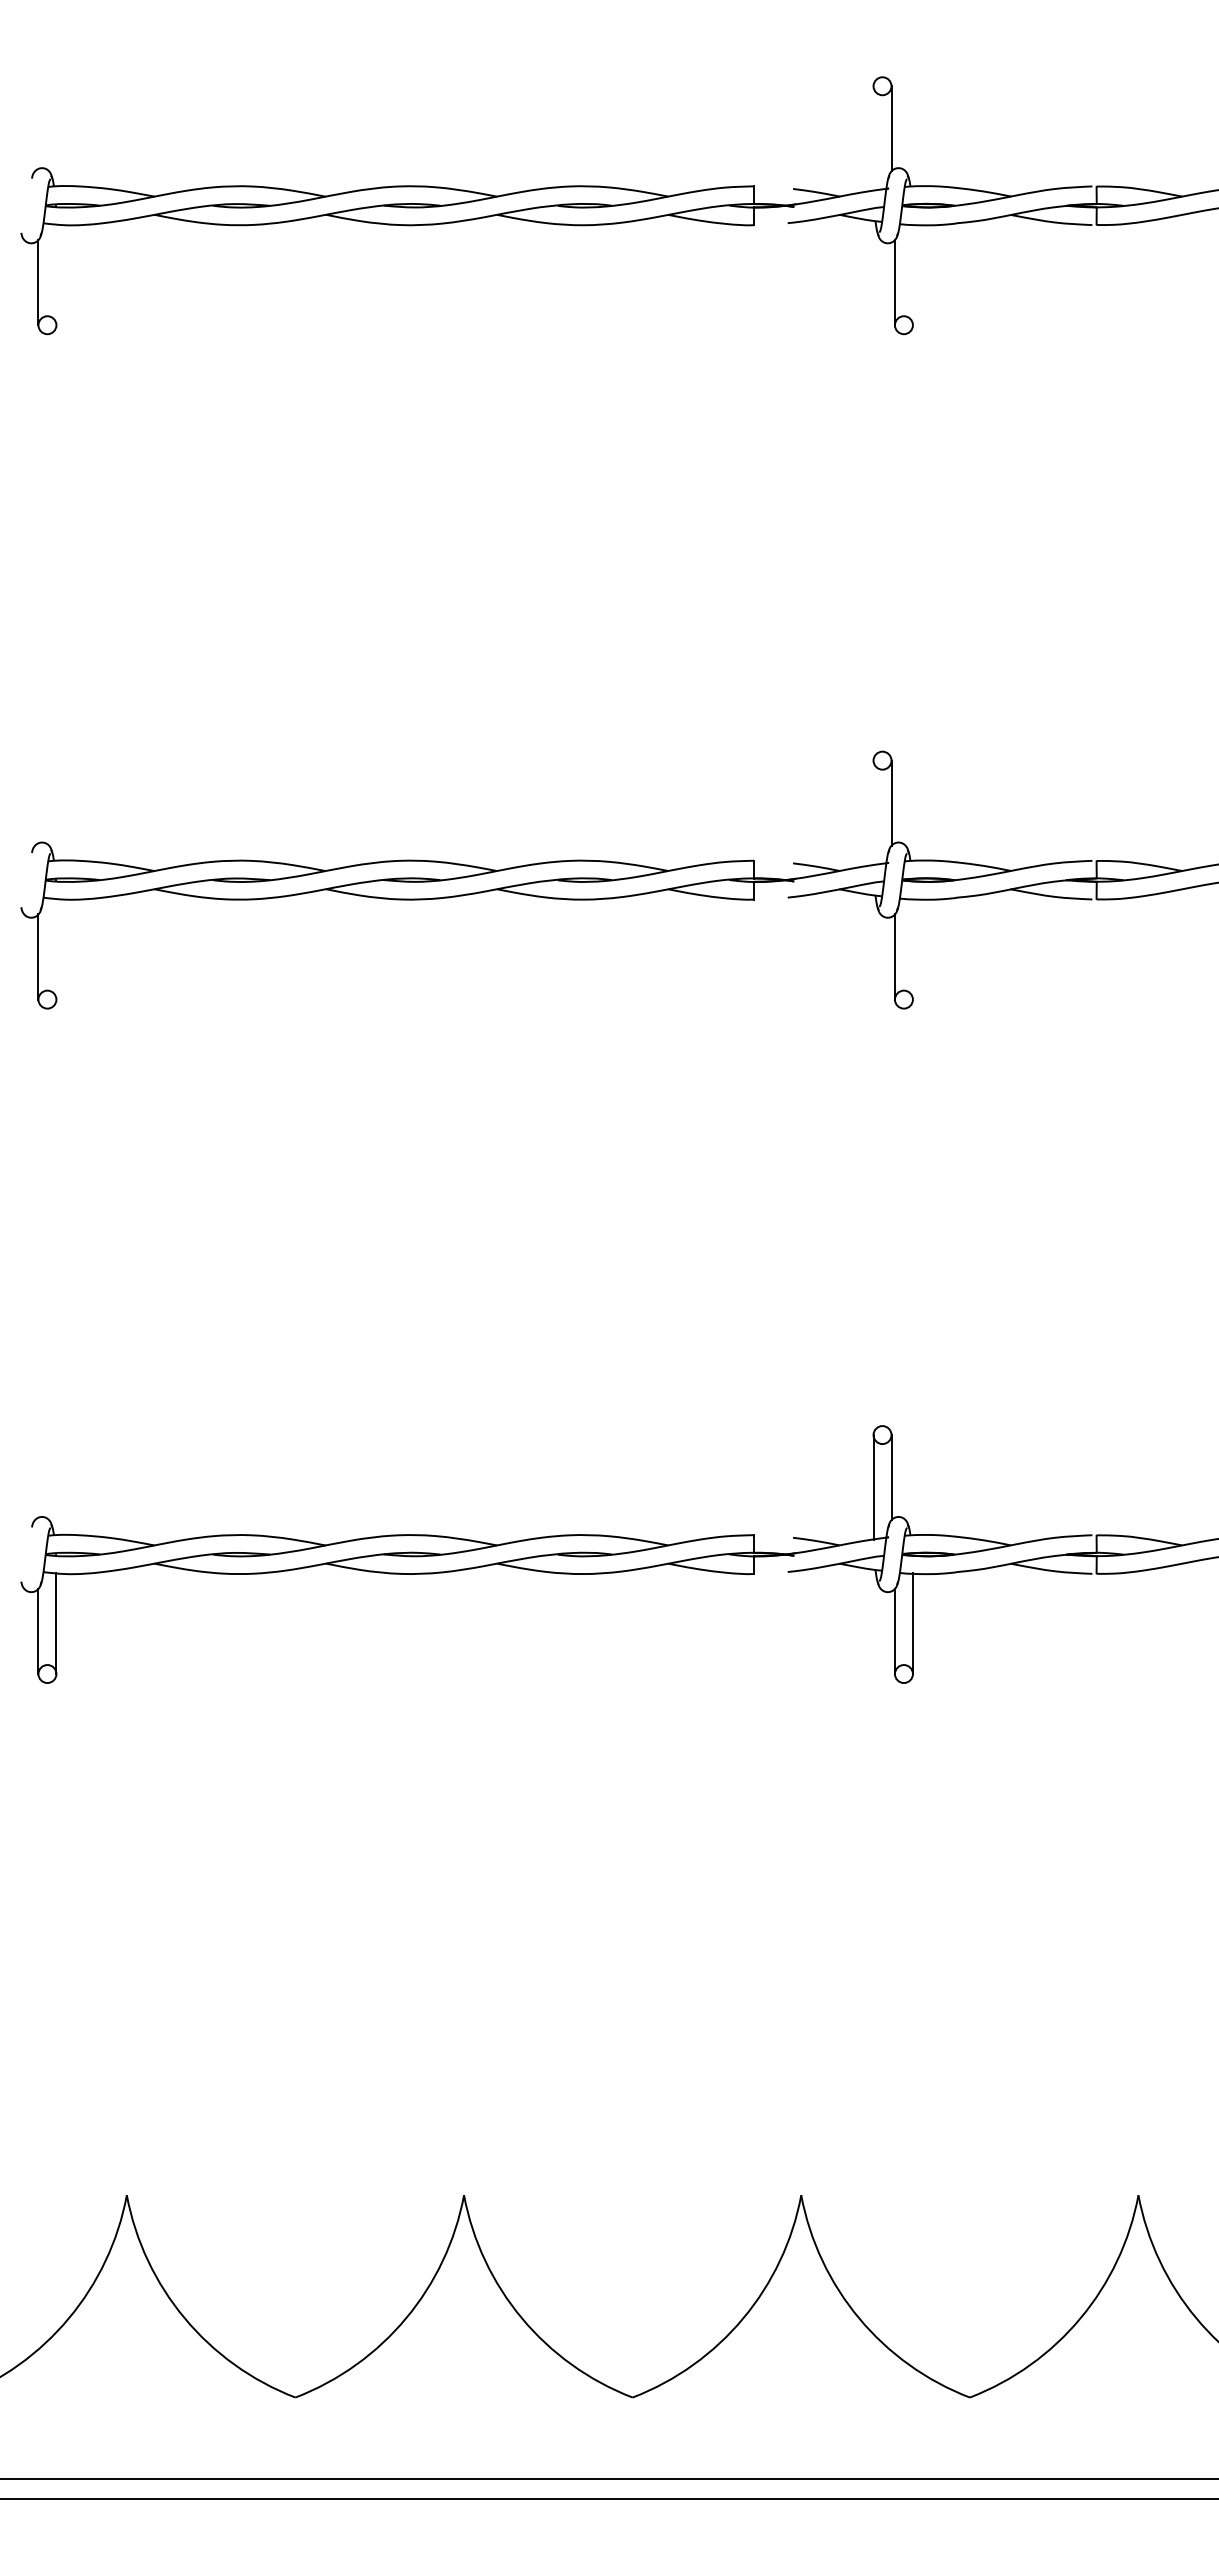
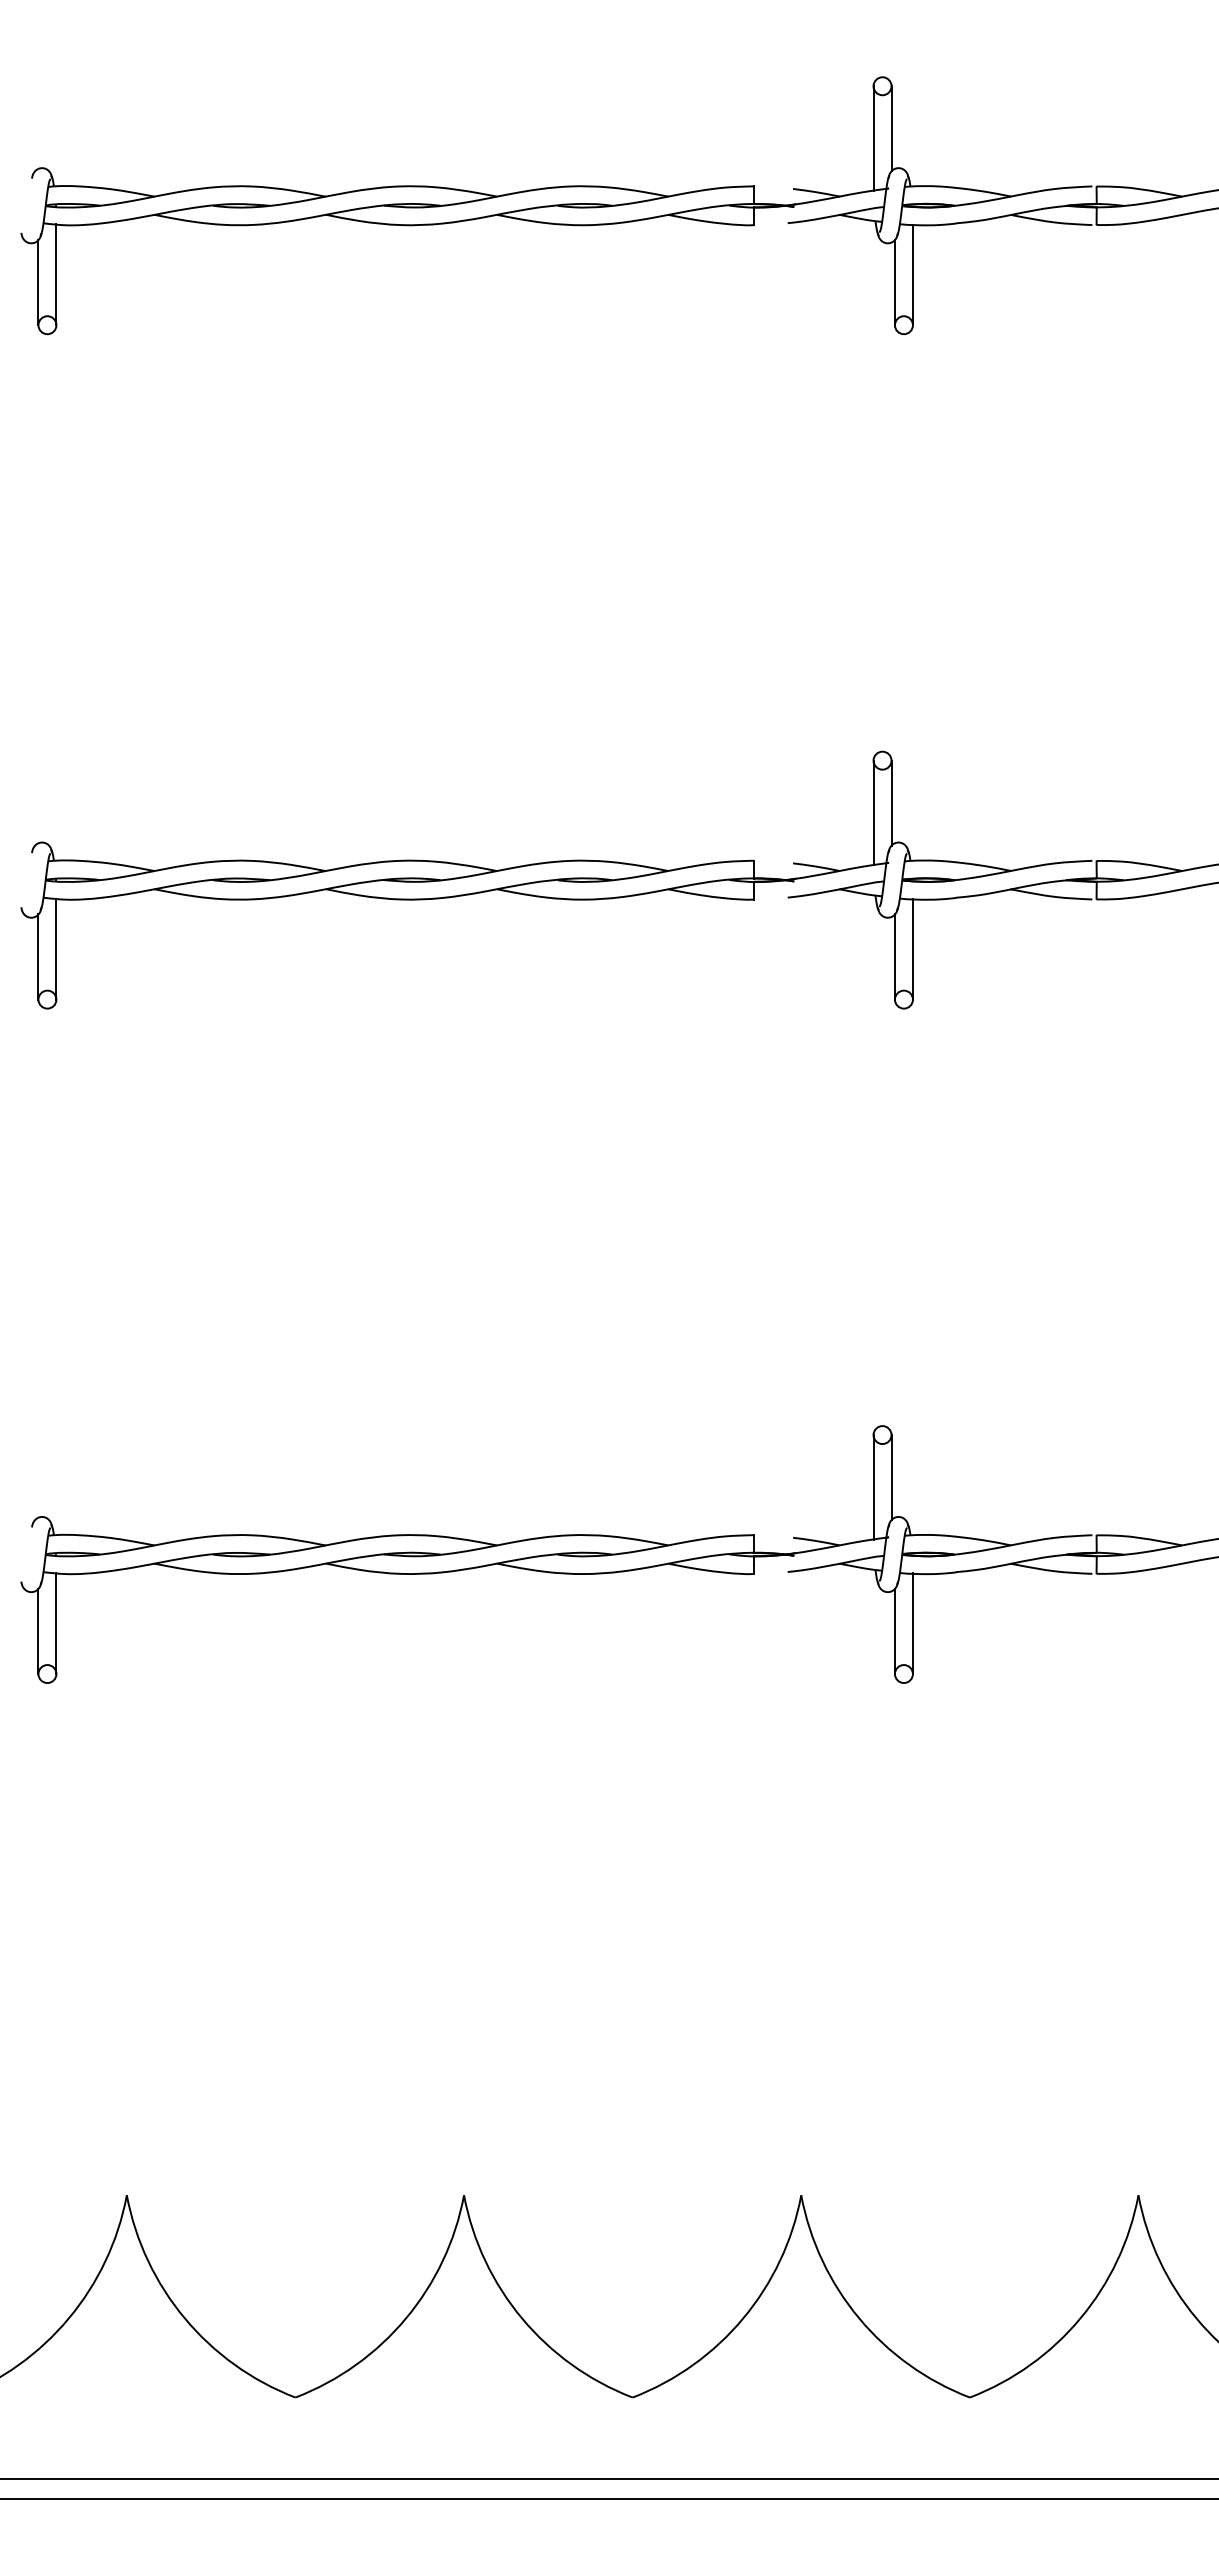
line at (873, 138): none -> present
line at (56, 274): none -> present
line at (912, 274): none -> present
line at (873, 812): none -> present
line at (56, 948): none -> present
line at (912, 948): none -> present
